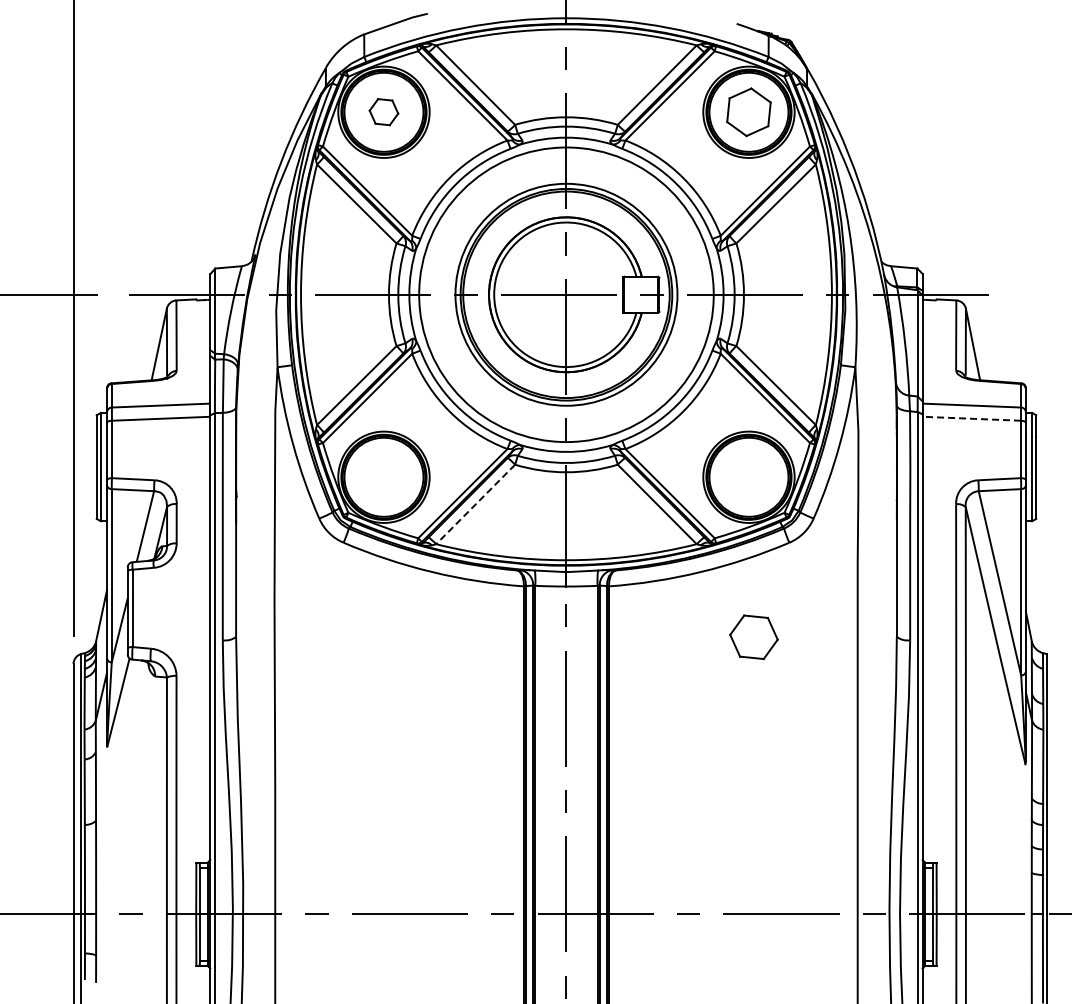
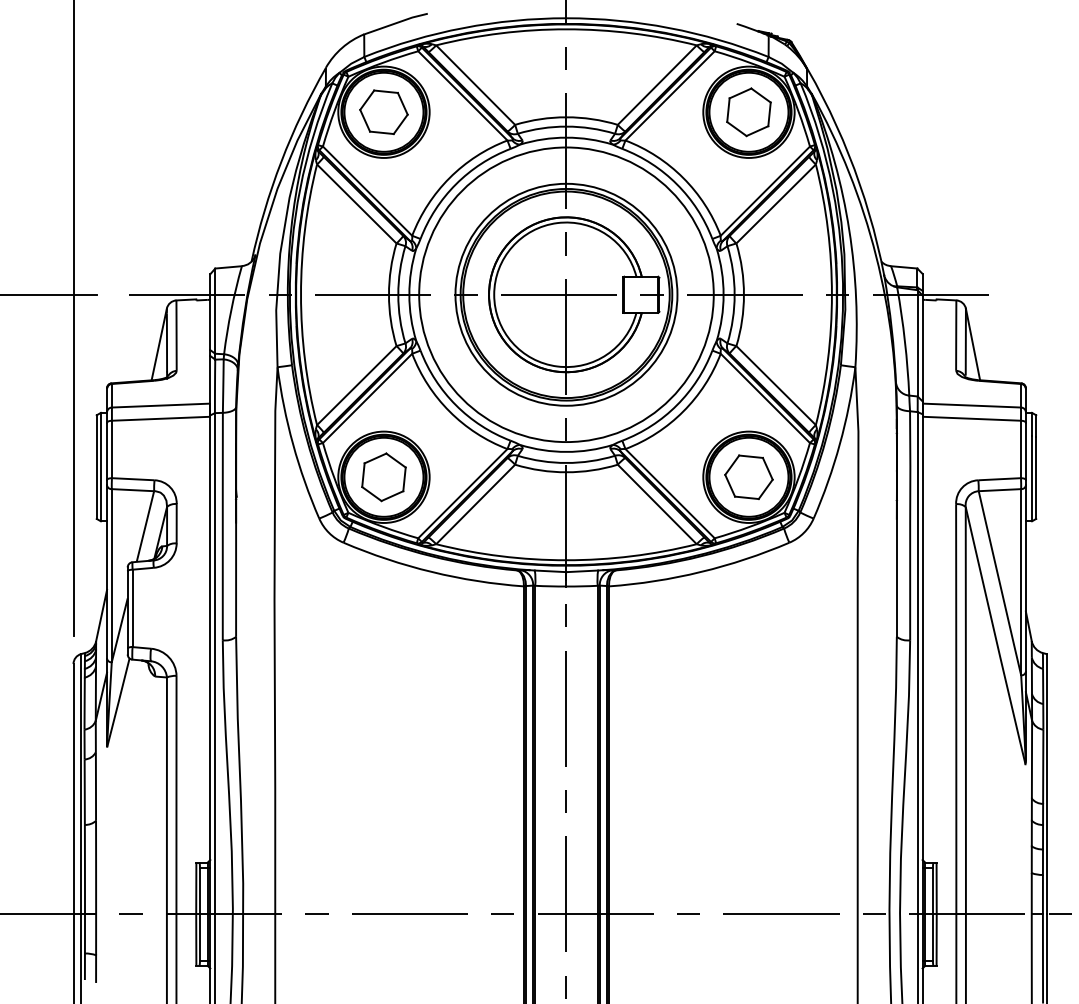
part at (383, 112) size: 32x29 px -> 50x46 px
line at (972, 418): dashed -> solid
part at (383, 477): none -> present
line at (476, 504): dashed -> solid
part at (753, 636) position: (753, 636) -> (748, 476)
